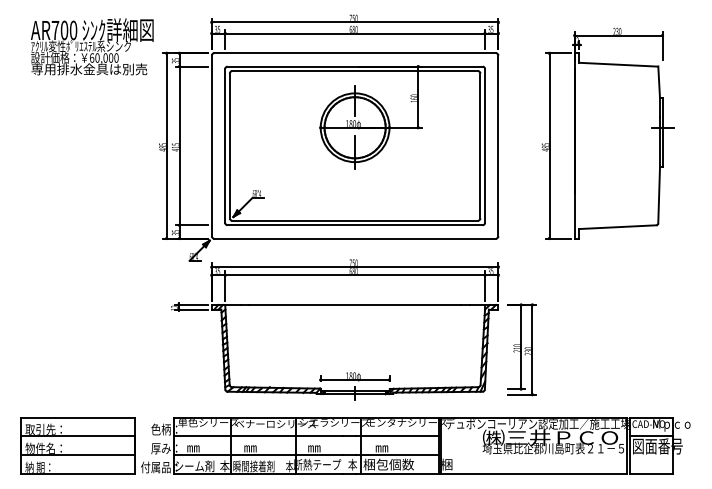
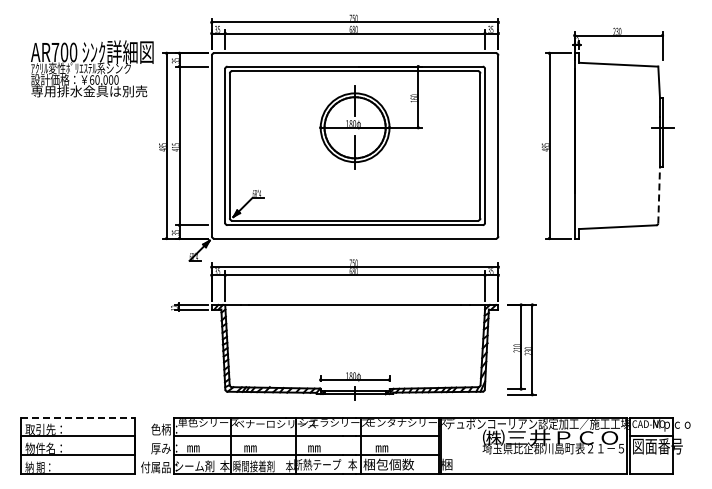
text at (92, 46) position: (92, 46) -> (92, 68)
line at (659, 194): solid -> dashed
line at (78, 417): solid -> dashed
